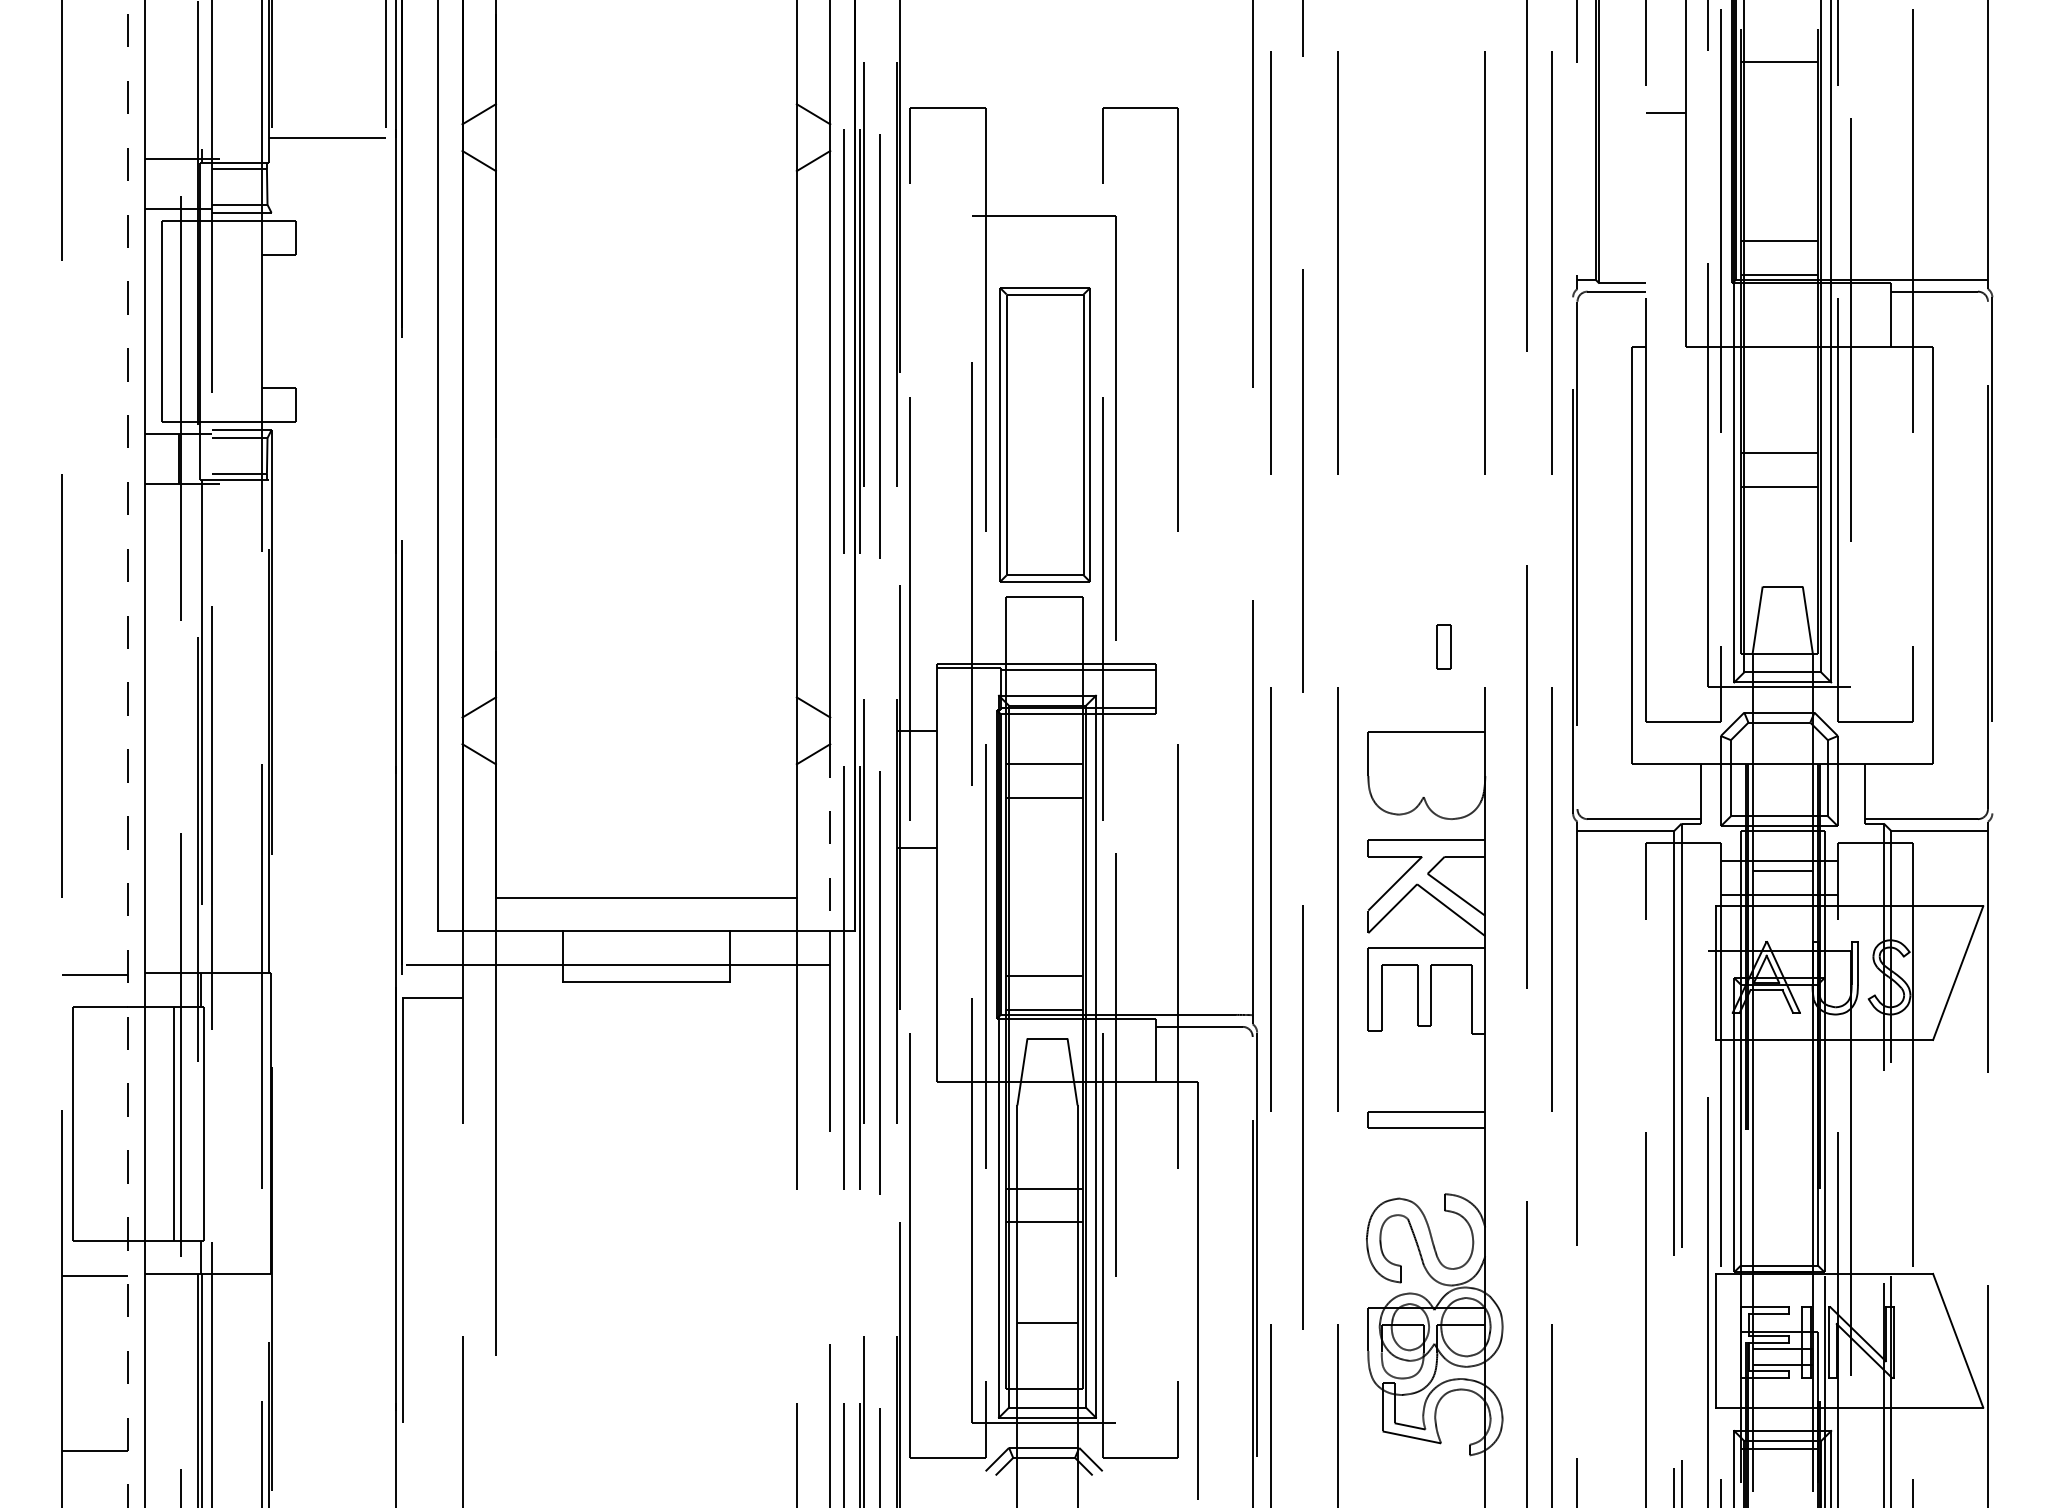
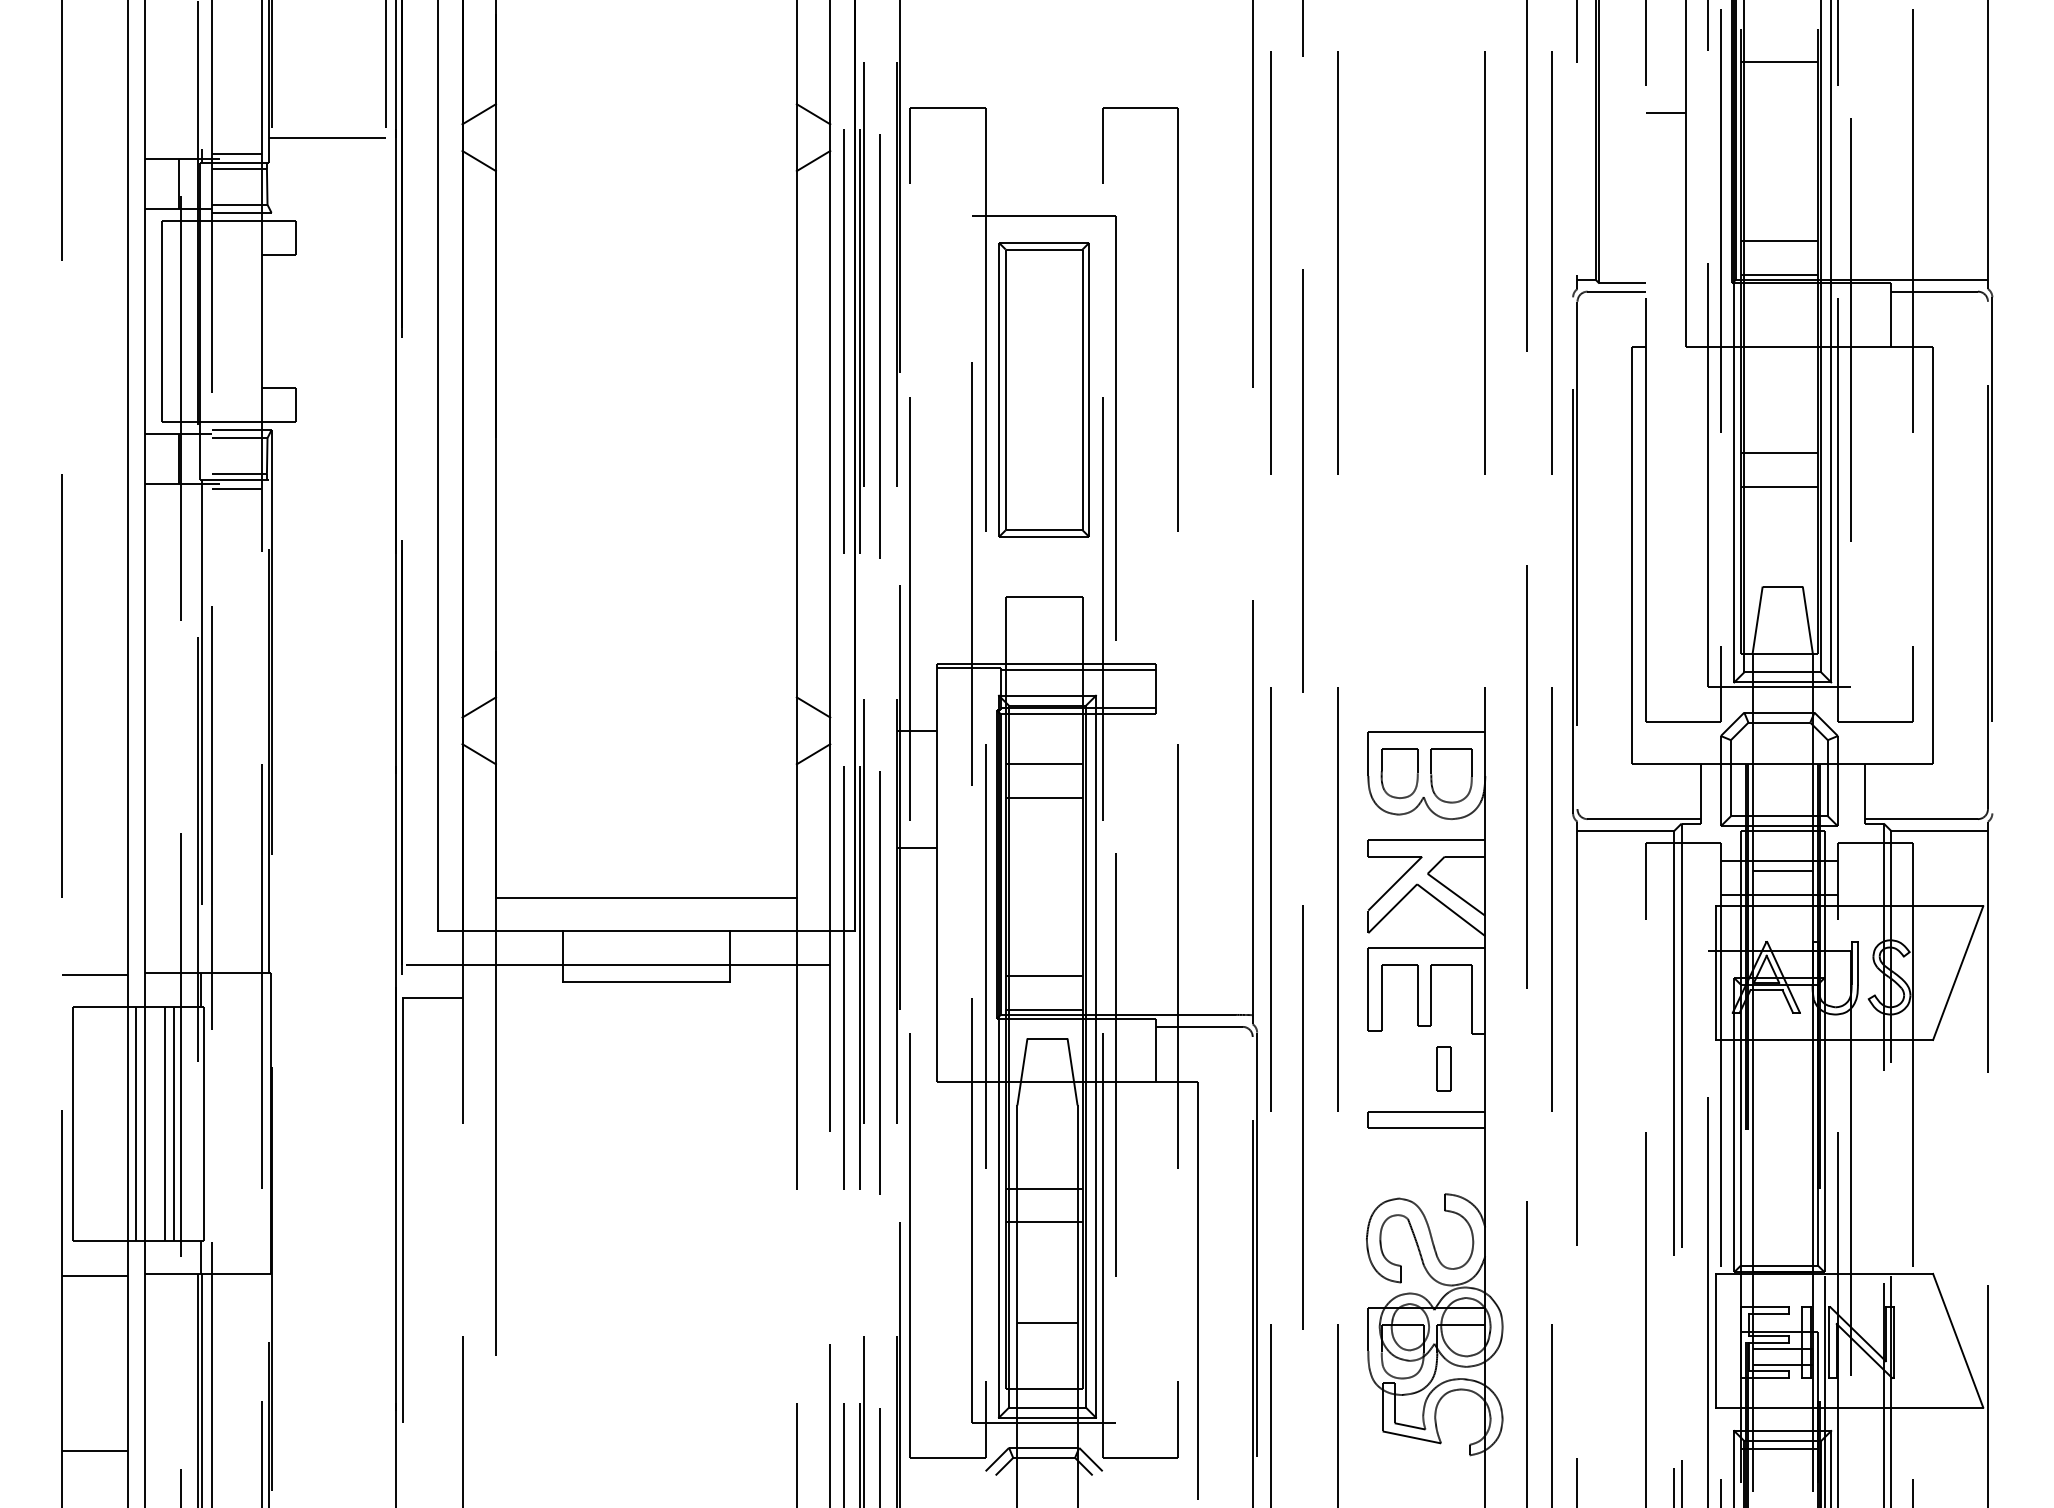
line at (237, 154): none -> present
line at (178, 184): none -> present
part at (1044, 434) position: (1044, 434) -> (1043, 389)
line at (237, 488): none -> present
part at (1443, 646) position: (1443, 646) -> (1443, 1068)
line at (128, 753): dashed -> solid
part at (1399, 773): none -> present
part at (1451, 775): none -> present
line at (830, 837): dashed -> solid
line at (135, 1123): none -> present
line at (165, 1123): none -> present
